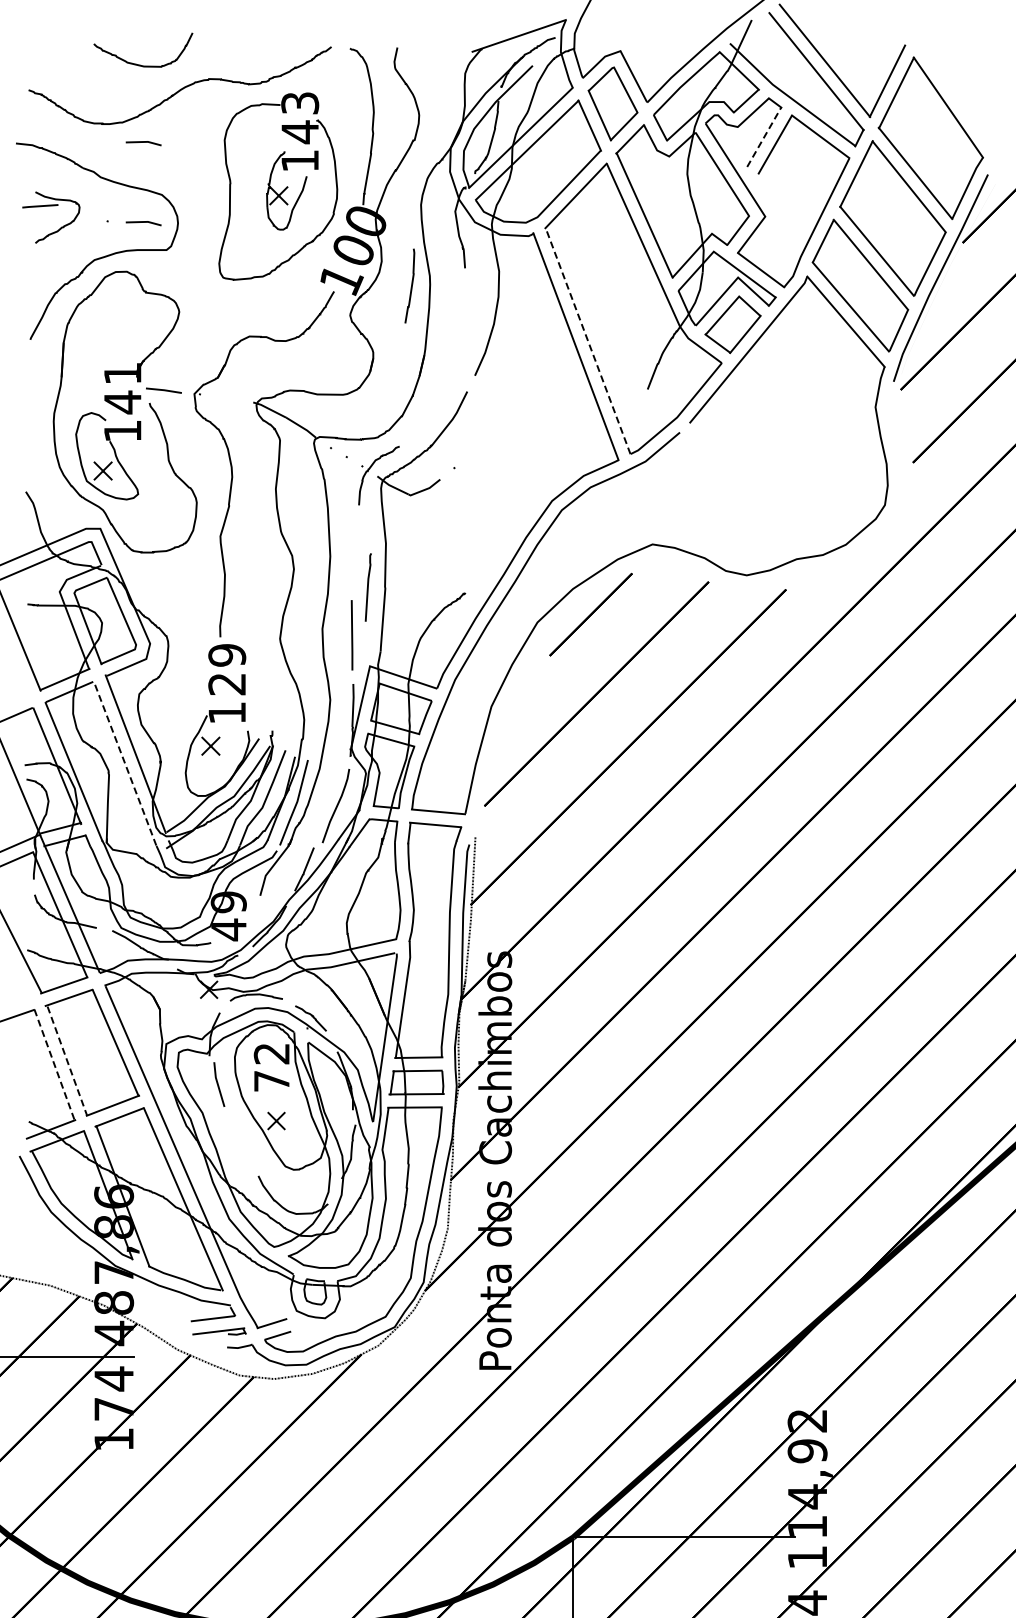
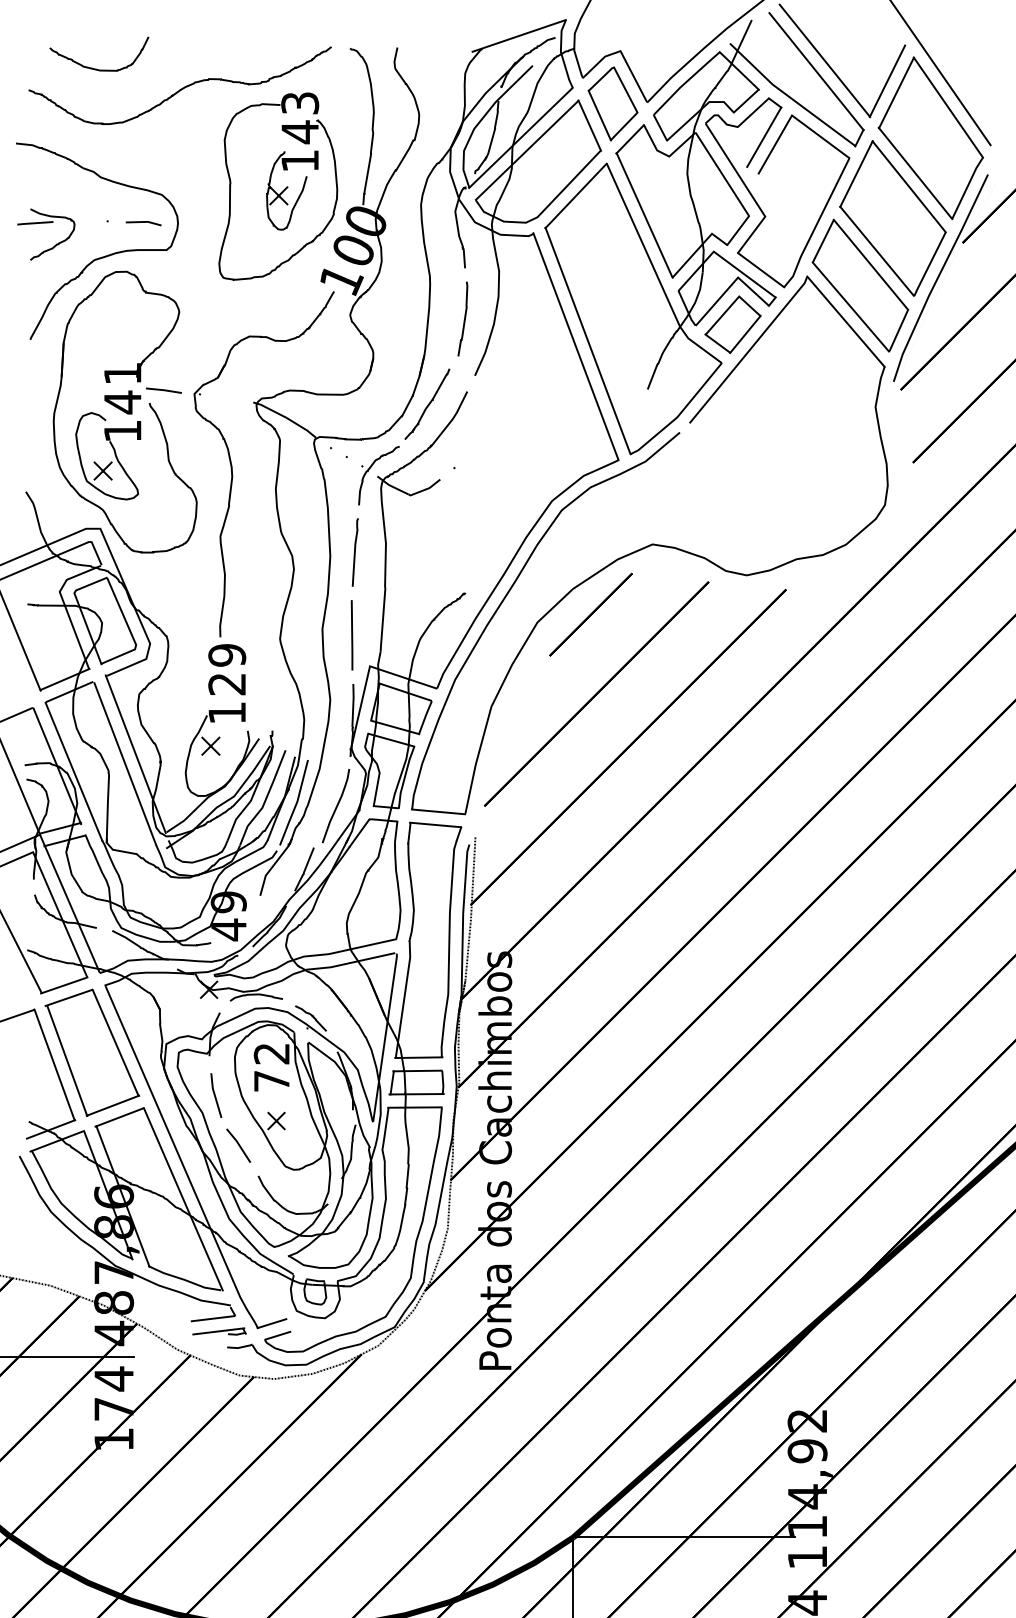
curve at (140, 64) position: (140, 64) -> (96, 68)
line at (940, 73): none -> present
line at (764, 136): dashed -> solid
line at (143, 142): present -> none
part at (51, 206) position: (51, 206) -> (46, 223)
curve at (411, 285) position: (411, 285) -> (464, 318)
line at (588, 341): dashed -> solid
curve at (428, 403): none -> present
line at (367, 587) position: (367, 587) -> (354, 552)
line at (125, 764): dashed -> solid
line at (67, 1061): dashed -> solid
line at (54, 1064): dashed -> solid
line at (218, 1084) position: (218, 1084) -> (215, 1095)
line at (238, 1145): none -> present
